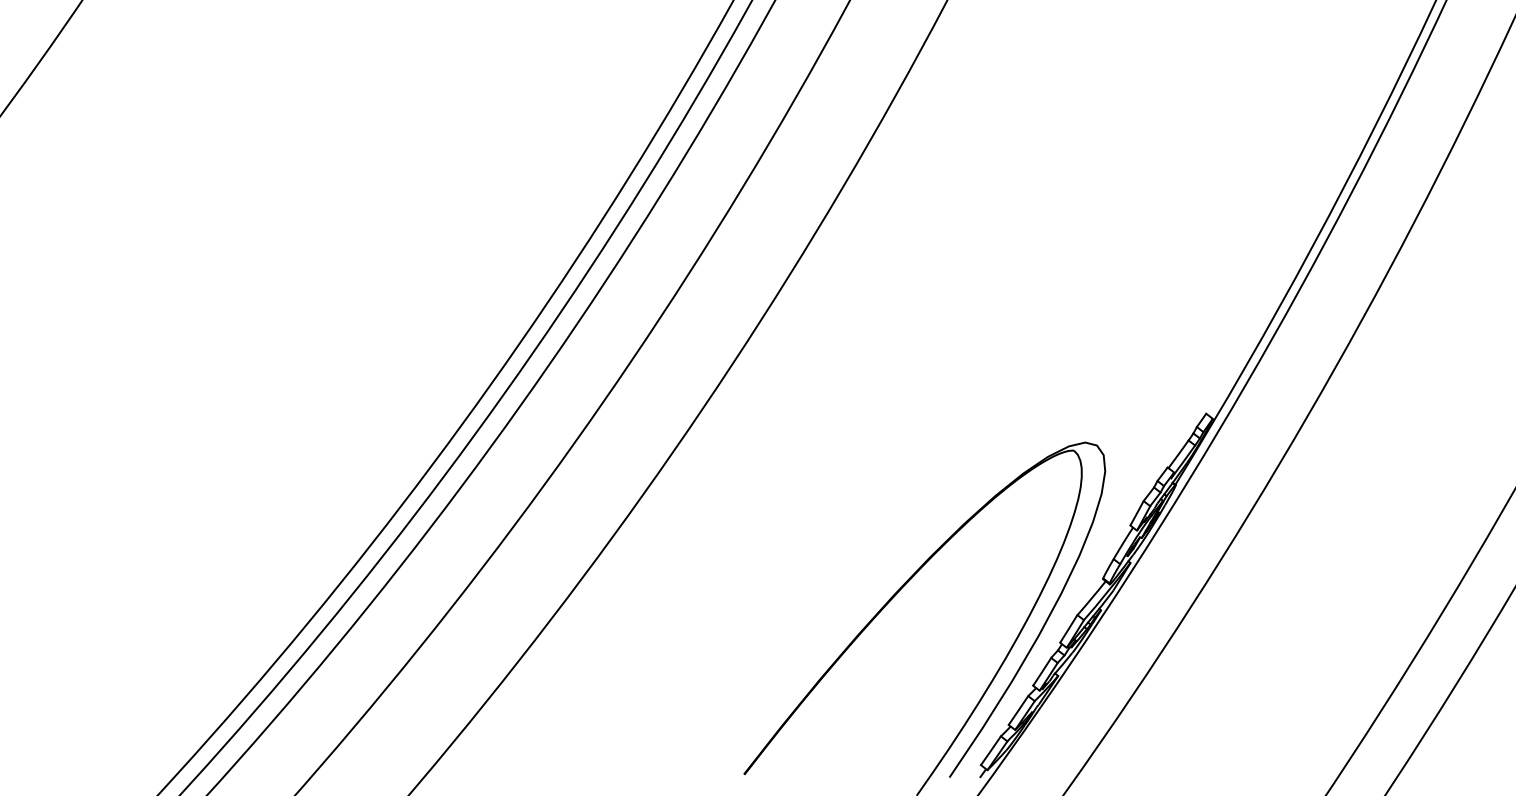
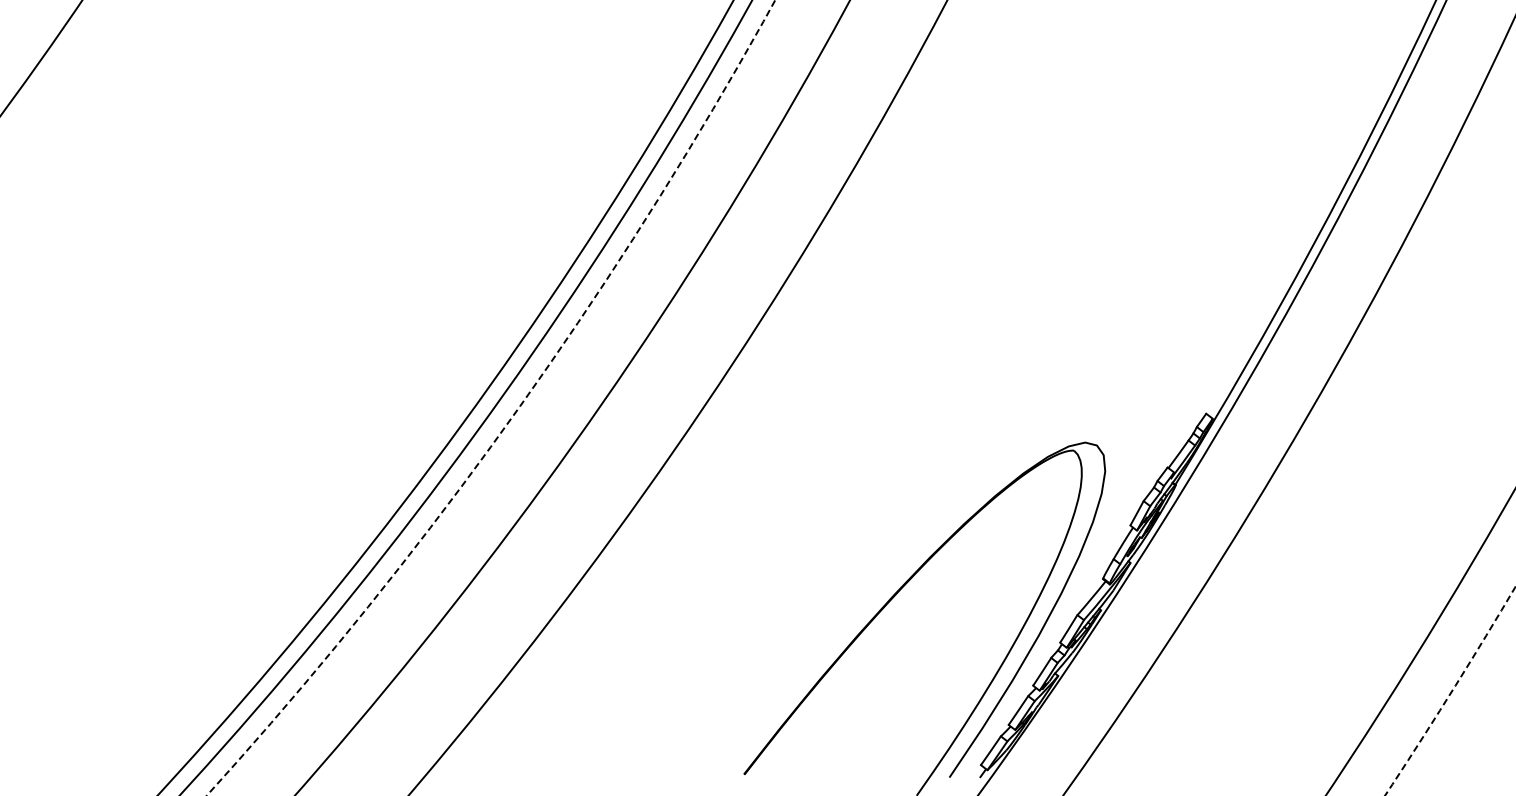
circle at (490, 397): solid -> dashed
arc at (1451, 691): solid -> dashed
